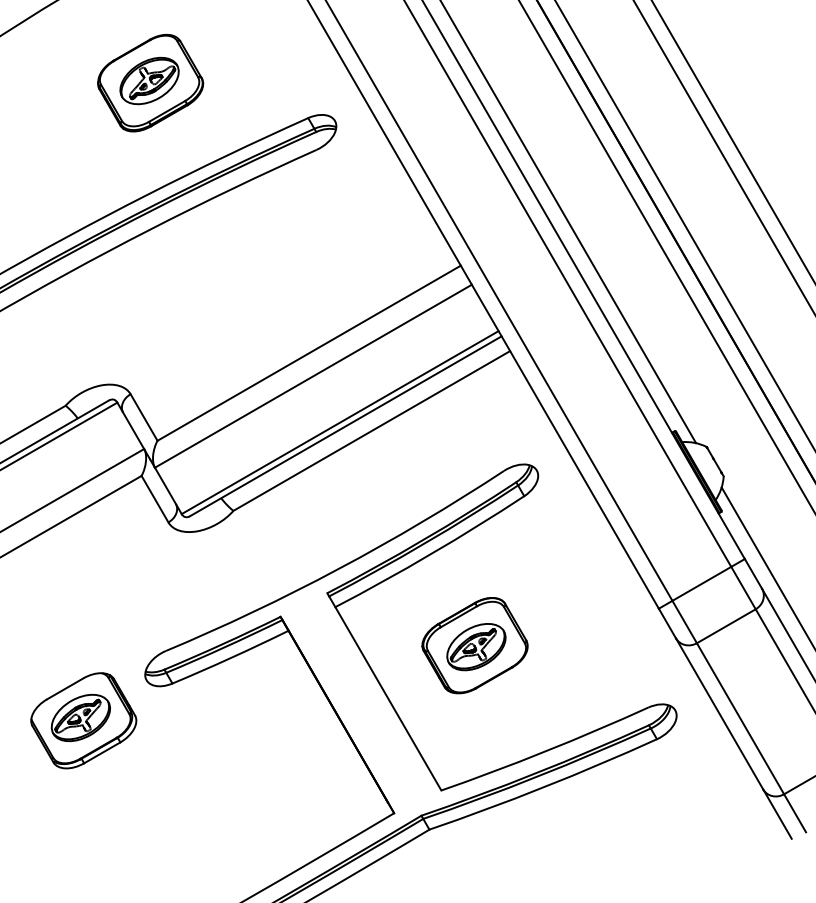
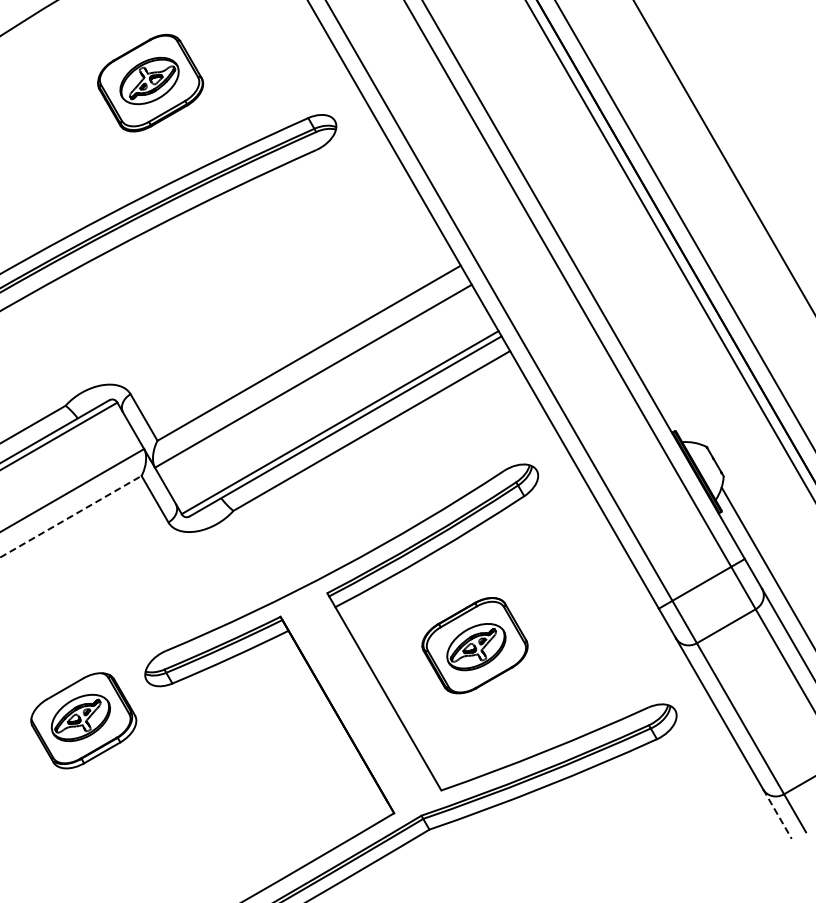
line at (732, 140): present -> none
line at (568, 222): present -> none
line at (665, 255) position: (665, 255) -> (669, 250)
line at (71, 516): solid -> dashed
line at (777, 814): solid -> dashed
